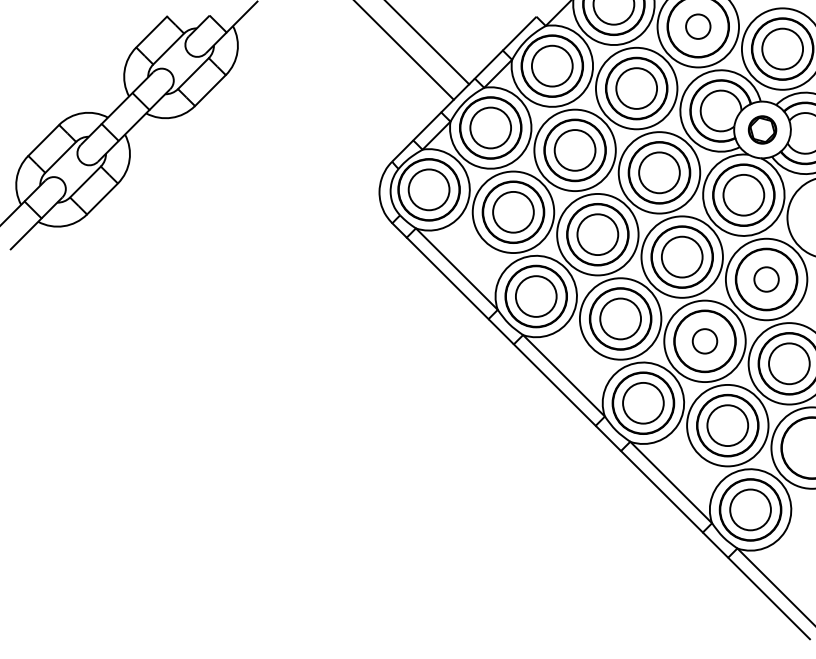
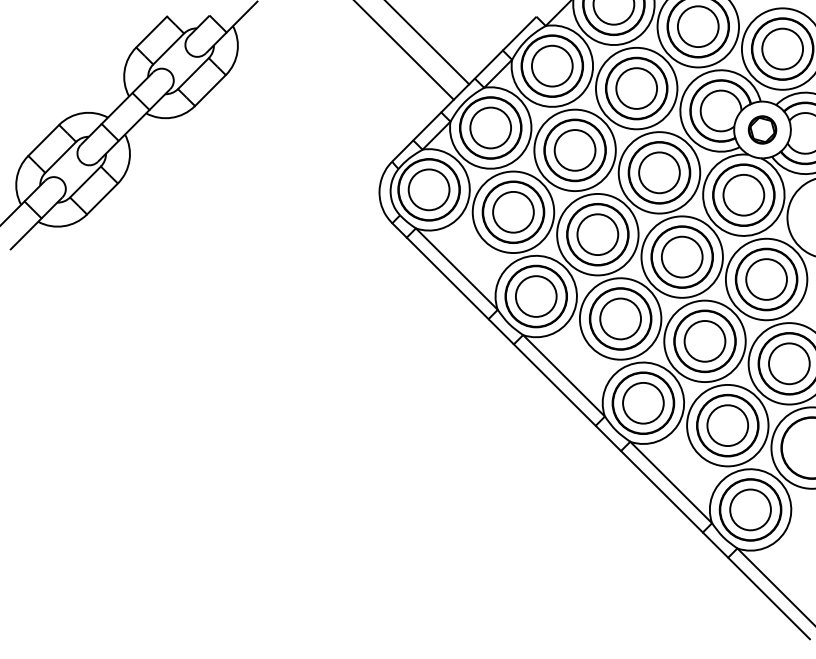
circle at (698, 26) diameter: 24 px -> 41 px
circle at (766, 279) diameter: 24 px -> 41 px
circle at (704, 341) diameter: 24 px -> 41 px
